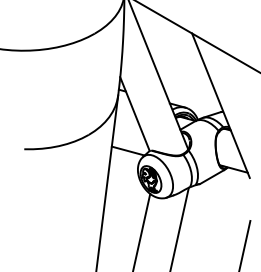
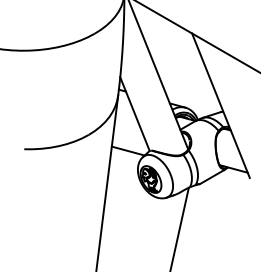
line at (141, 230): present -> none
line at (244, 244): present -> none
